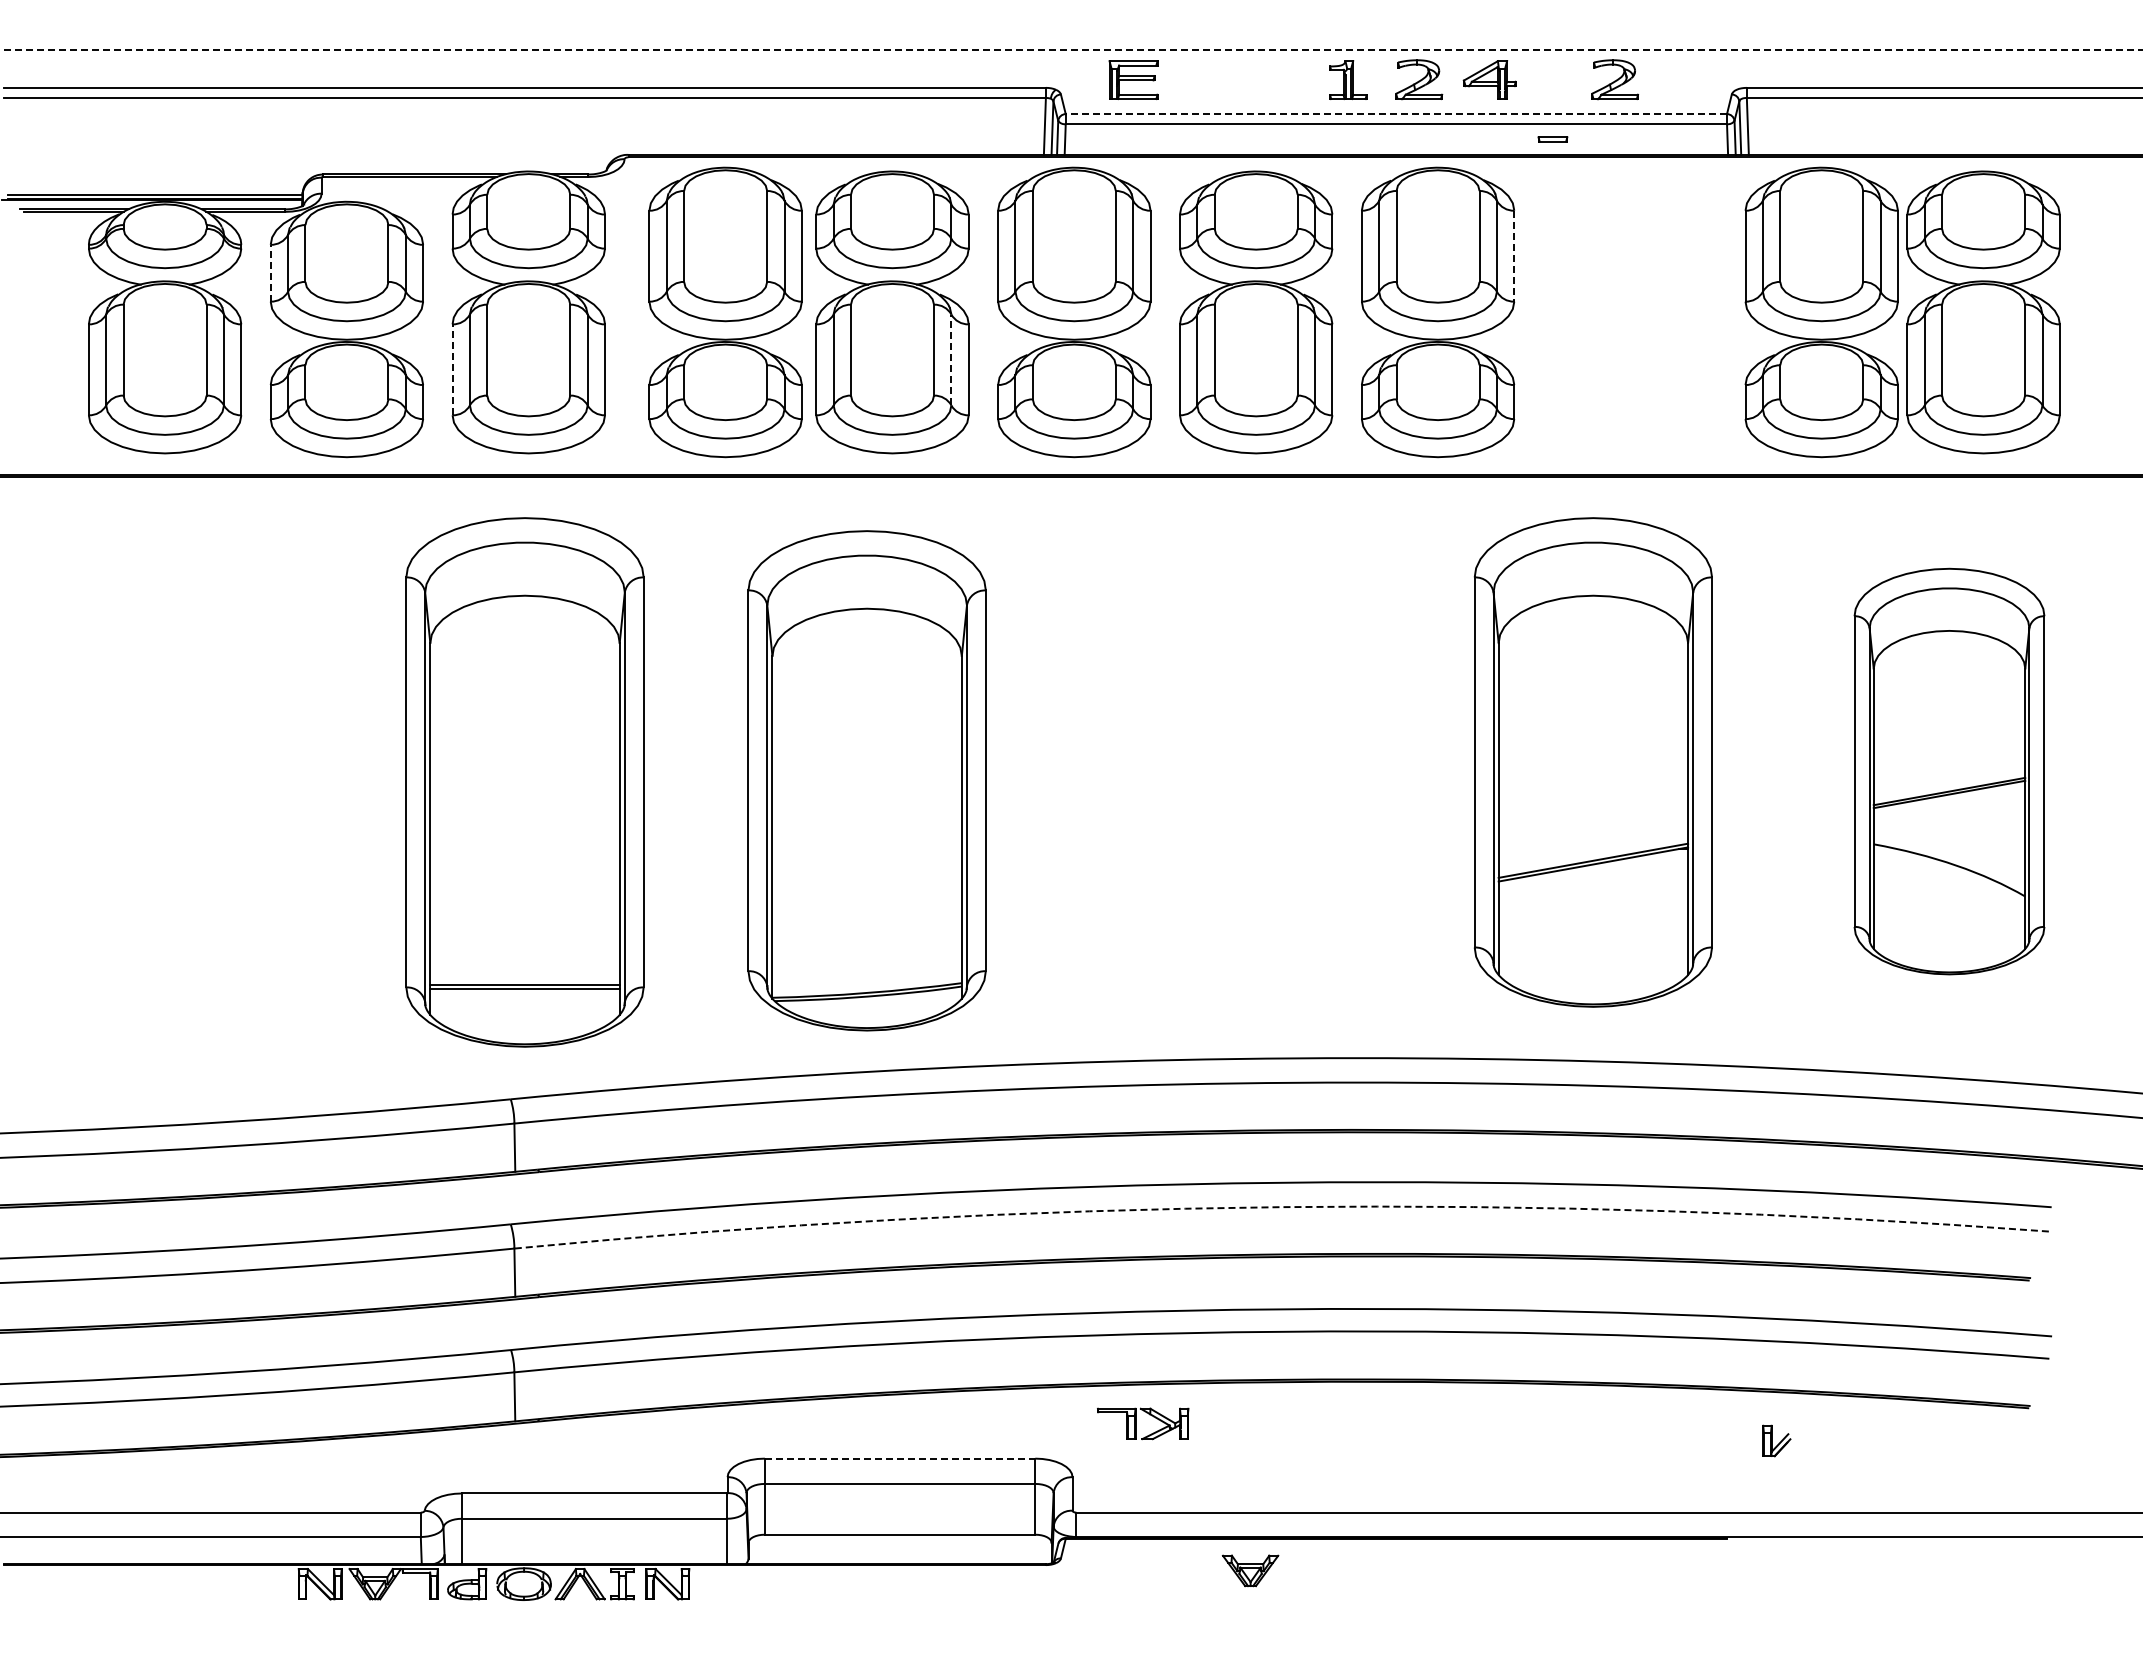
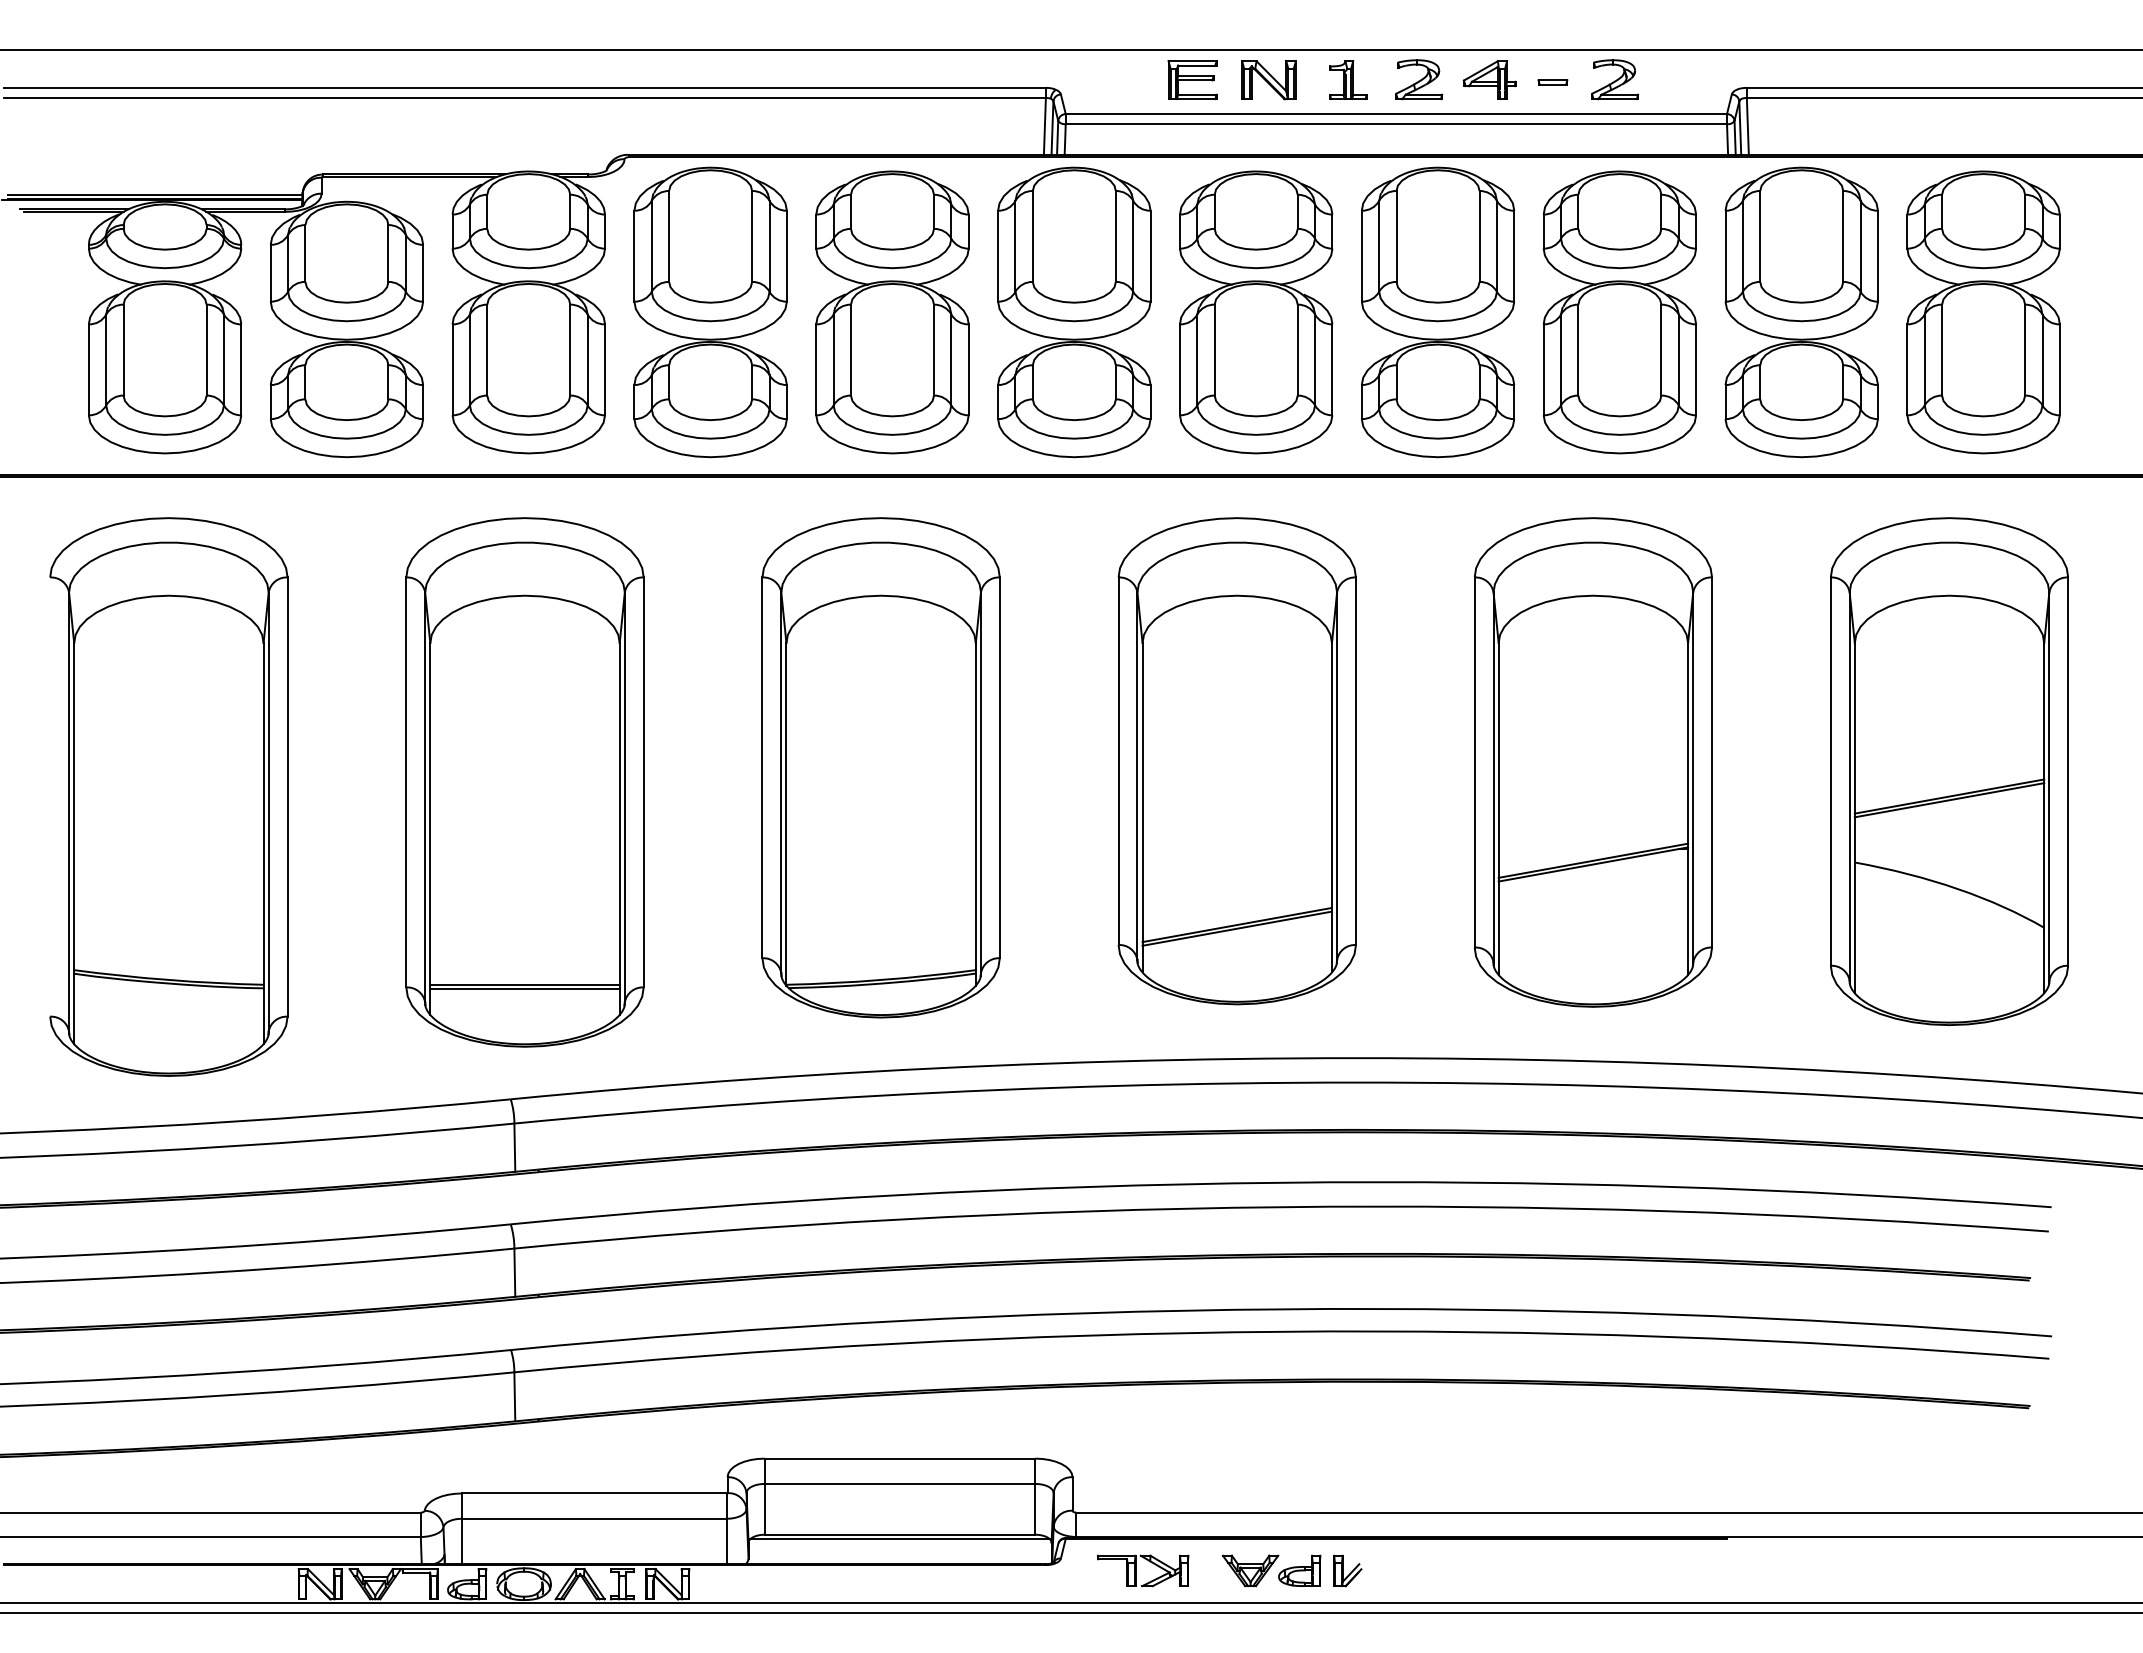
line at (1071, 49): dashed -> solid
part at (1133, 80) position: (1133, 80) -> (1192, 80)
part at (1268, 80): none -> present
line at (1396, 114): dashed -> solid
part at (1552, 139) position: (1552, 139) -> (1552, 82)
line at (1514, 256): dashed -> solid
line at (270, 272): dashed -> solid
part at (725, 312) position: (725, 312) -> (710, 312)
part at (1619, 312): none -> present
part at (1821, 312) position: (1821, 312) -> (1801, 312)
line at (951, 359): dashed -> solid
line at (452, 369): dashed -> solid
part at (1236, 761): none -> present
part at (1949, 771) size: 193x409 px -> 239x509 px
part at (866, 780) position: (866, 780) -> (880, 767)
part at (168, 796): none -> present
arc at (1281, 1207): dashed -> solid
part at (1136, 1423) position: (1136, 1423) -> (1136, 1570)
part at (1776, 1440) position: (1776, 1440) -> (1347, 1570)
line at (900, 1458): dashed -> solid
line at (900, 1539): none -> present
part at (1299, 1570): none -> present
line at (1070, 1603): none -> present
line at (1070, 1613): none -> present
